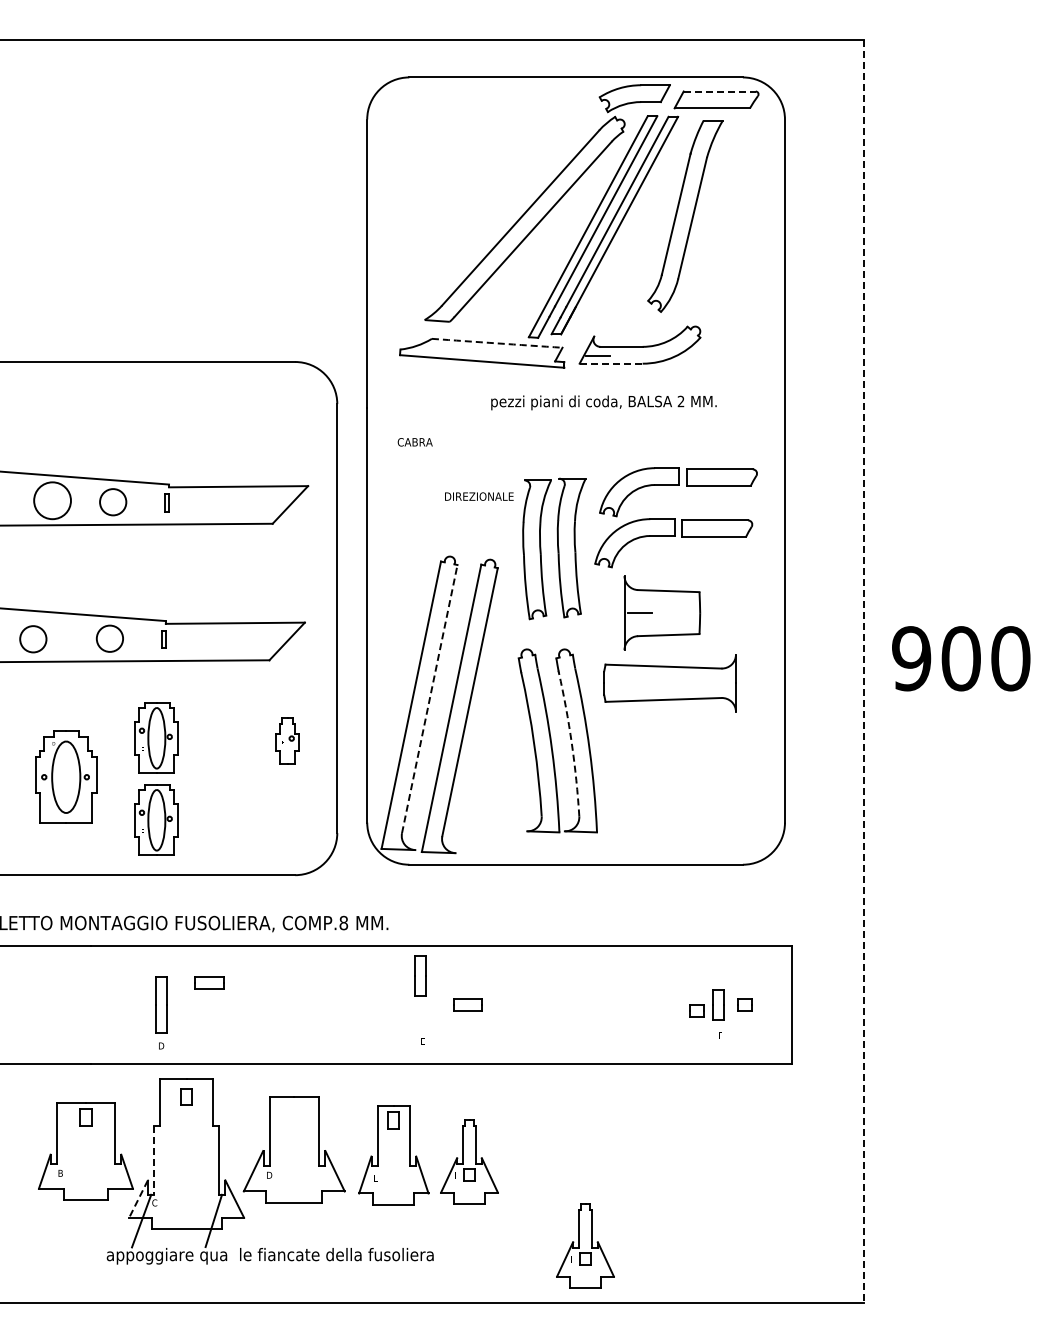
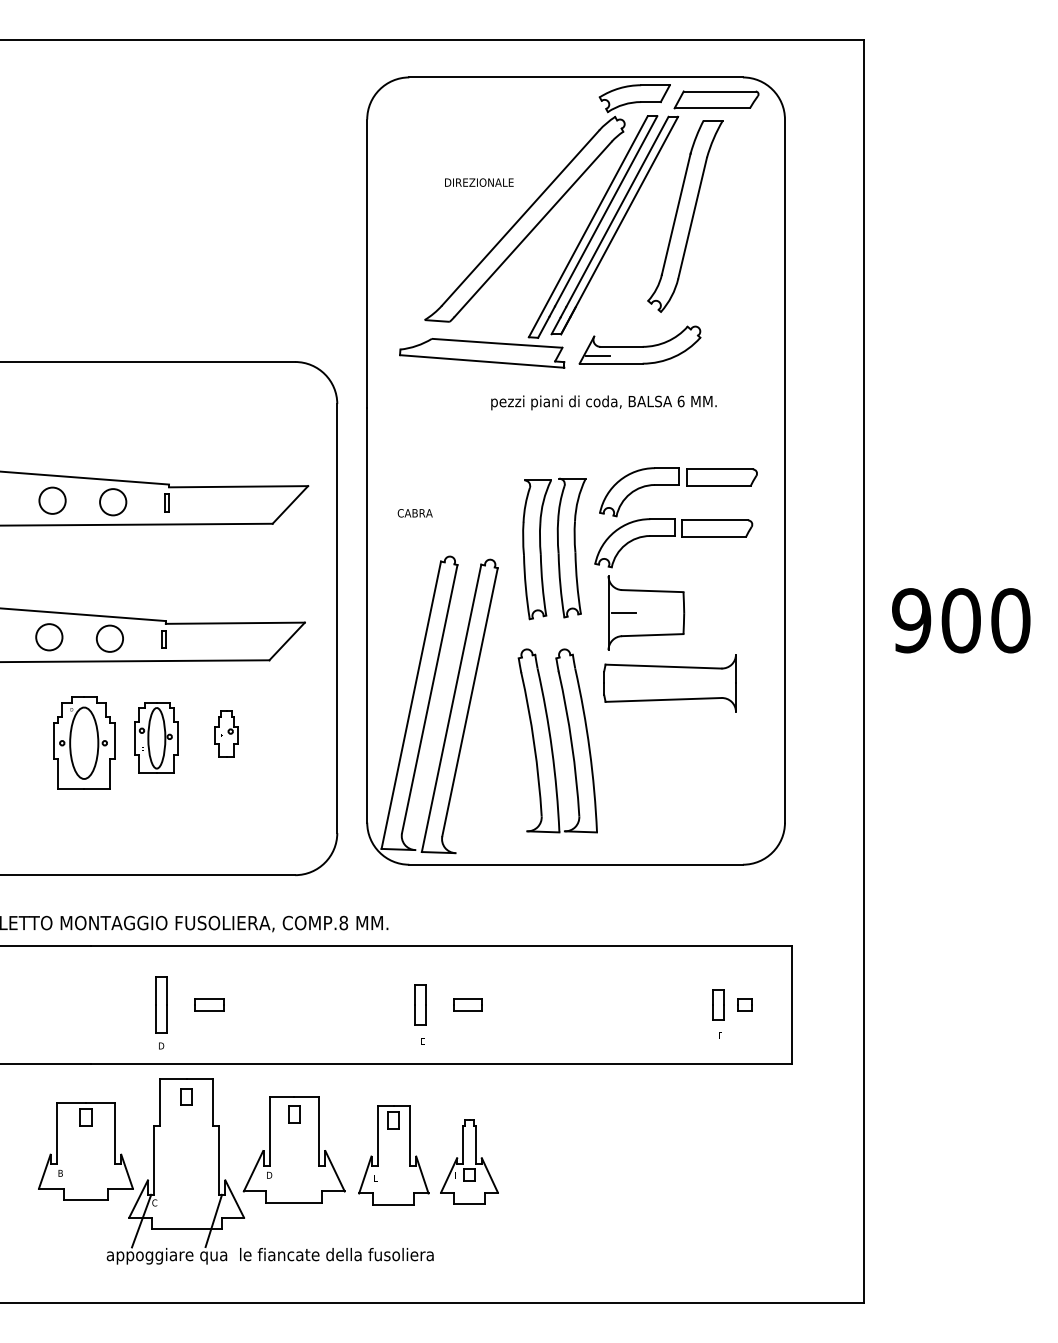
line at (720, 91): dashed -> solid
arc at (497, 343): dashed -> solid
line at (611, 363): dashed -> solid
text at (680, 401): 2 -> 6
text at (414, 442) position: (414, 442) -> (414, 513)
text at (479, 496) position: (479, 496) -> (479, 182)
circle at (52, 500) diameter: 37 px -> 26 px
part at (662, 612) position: (662, 612) -> (646, 612)
circle at (33, 639) position: (33, 639) -> (49, 637)
text at (961, 658) position: (961, 658) -> (961, 620)
line at (863, 671): dashed -> solid
line at (429, 699): dashed -> solid
part at (287, 740) position: (287, 740) -> (226, 733)
arc at (571, 743): dashed -> solid
part at (66, 776) position: (66, 776) -> (84, 742)
part at (156, 819): present -> none
part at (420, 975) position: (420, 975) -> (420, 1004)
part at (209, 982) position: (209, 982) -> (209, 1004)
part at (696, 1010): present -> none
part at (294, 1114): none -> present
line at (154, 1160): dashed -> solid
line at (138, 1199): dashed -> solid
part at (585, 1245): present -> none
